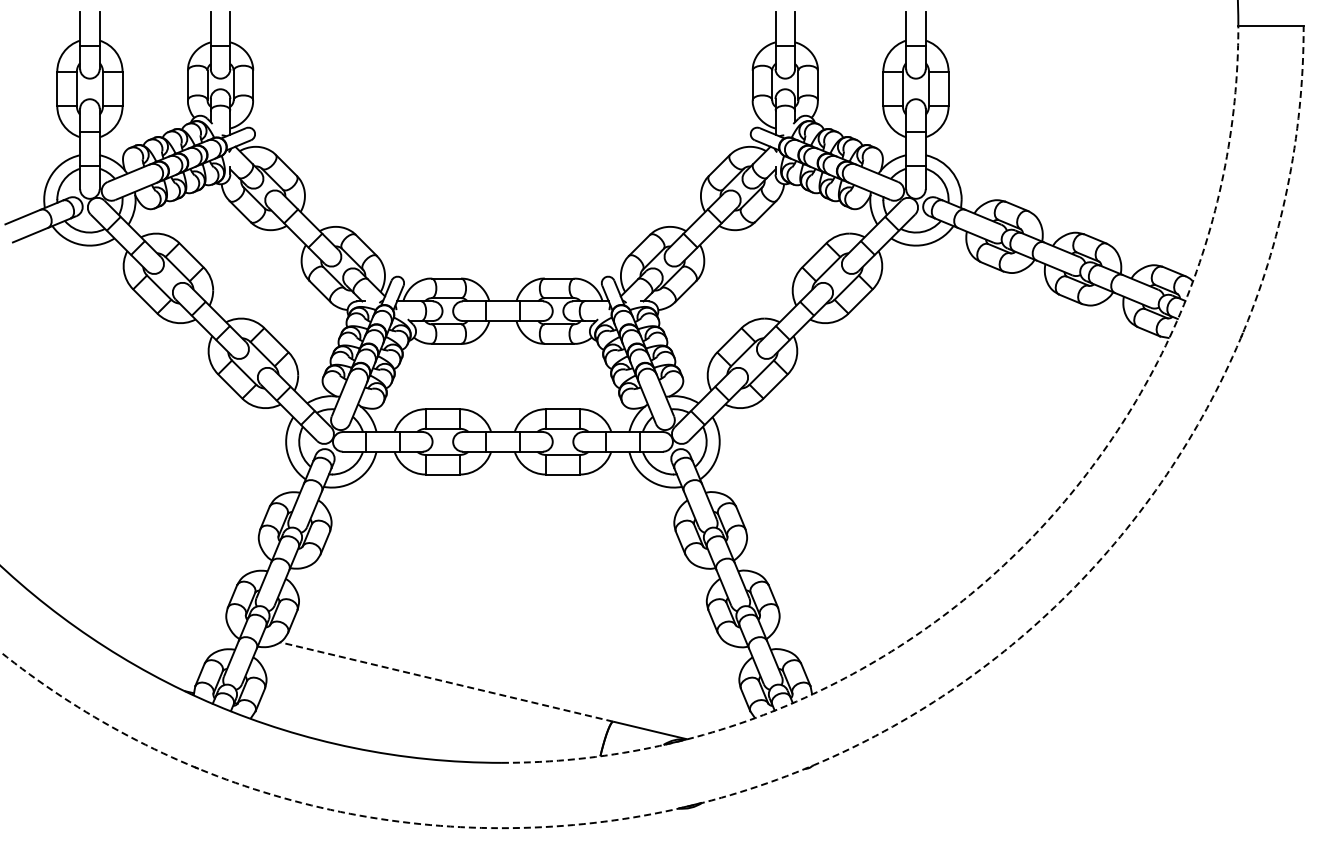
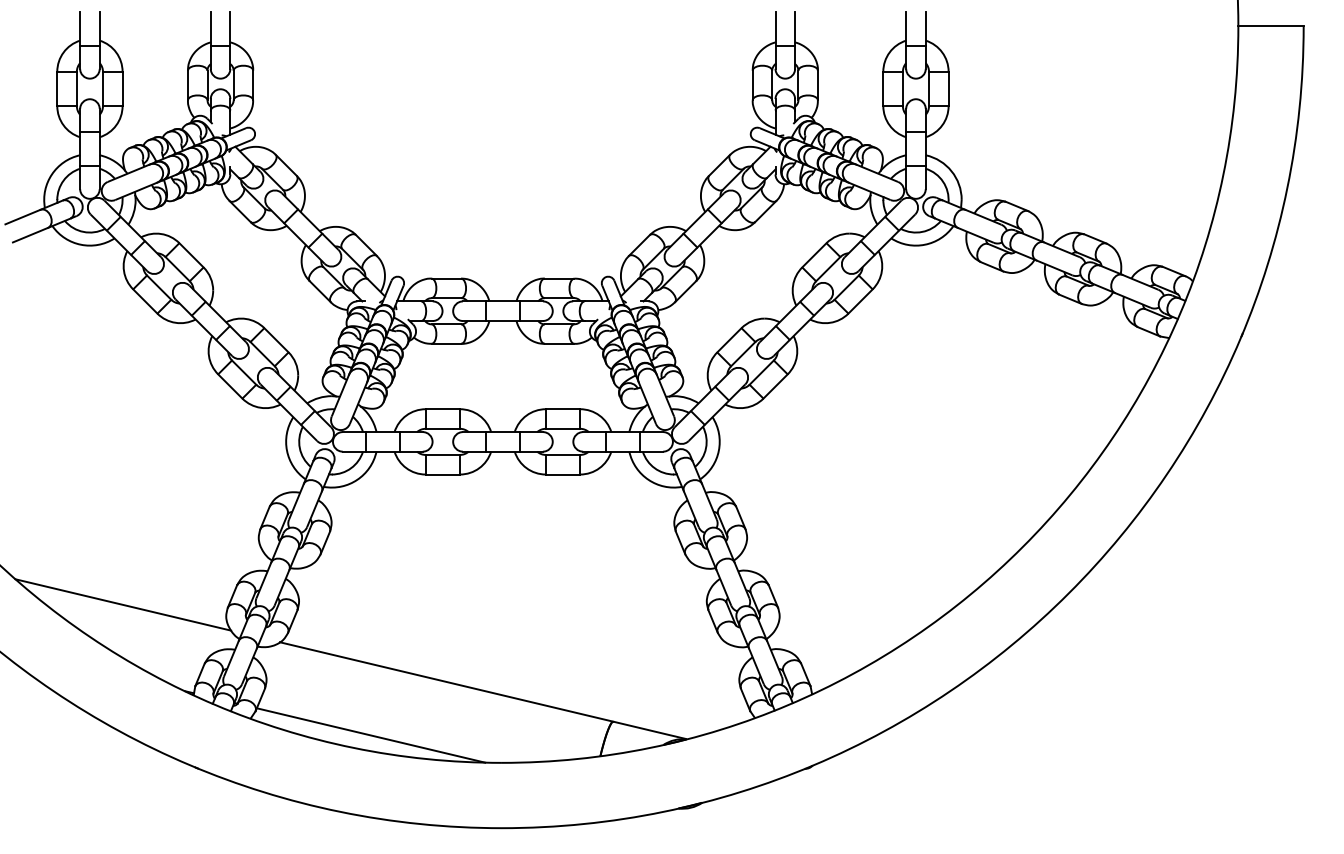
arc at (1022, 547): dashed -> solid
line at (123, 604): none -> present
line at (446, 681): dashed -> solid
line at (370, 735): none -> present
arc at (850, 748): dashed -> solid
